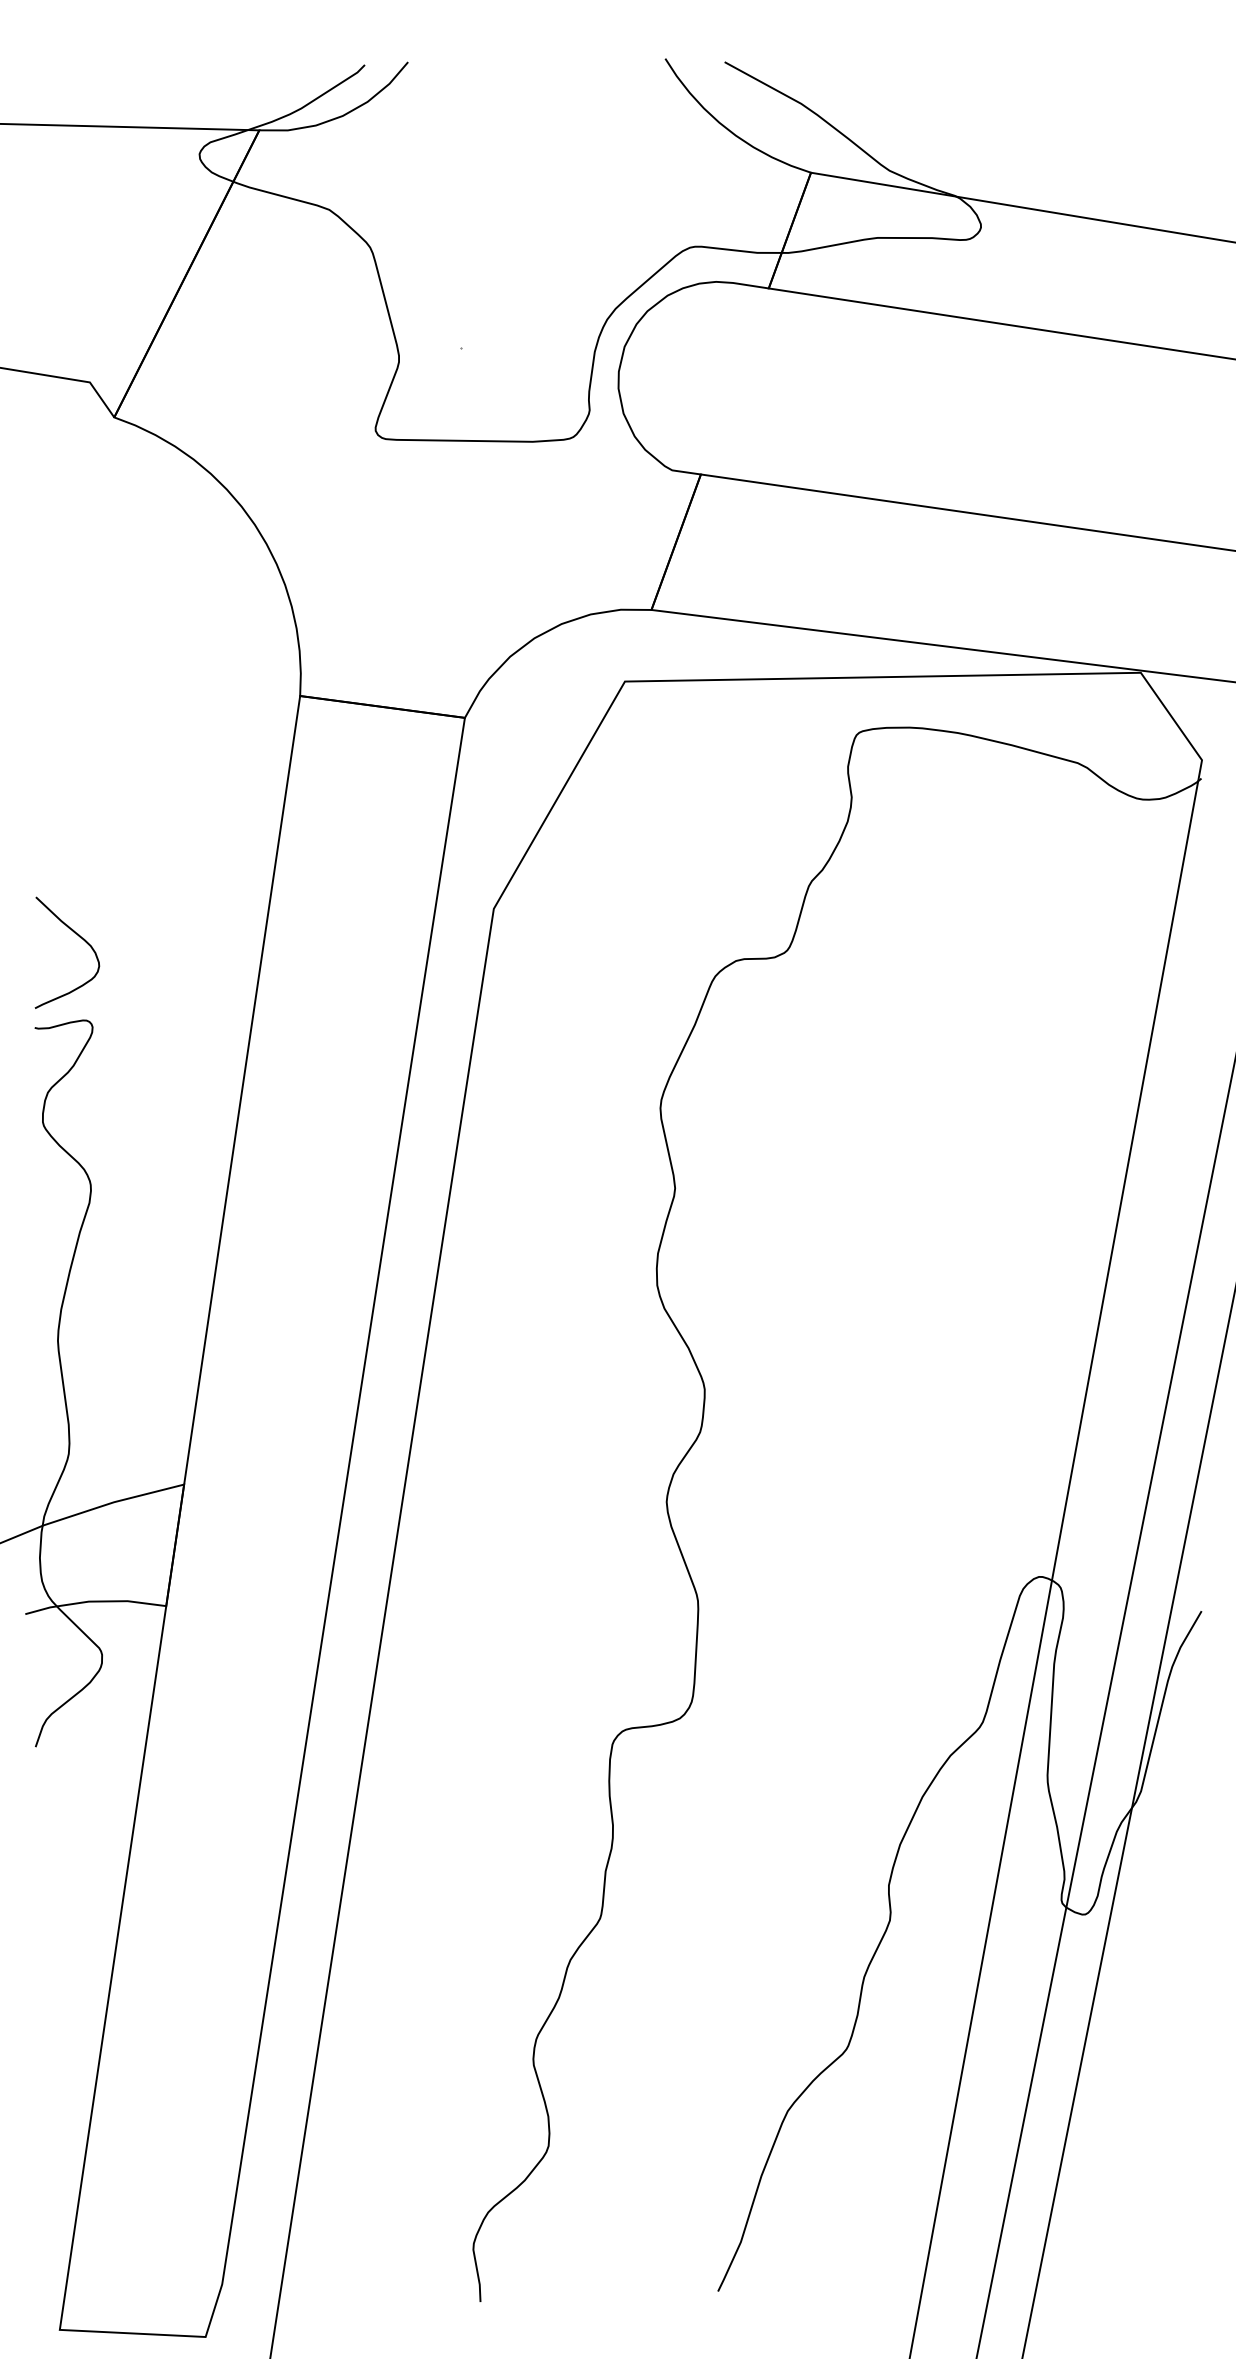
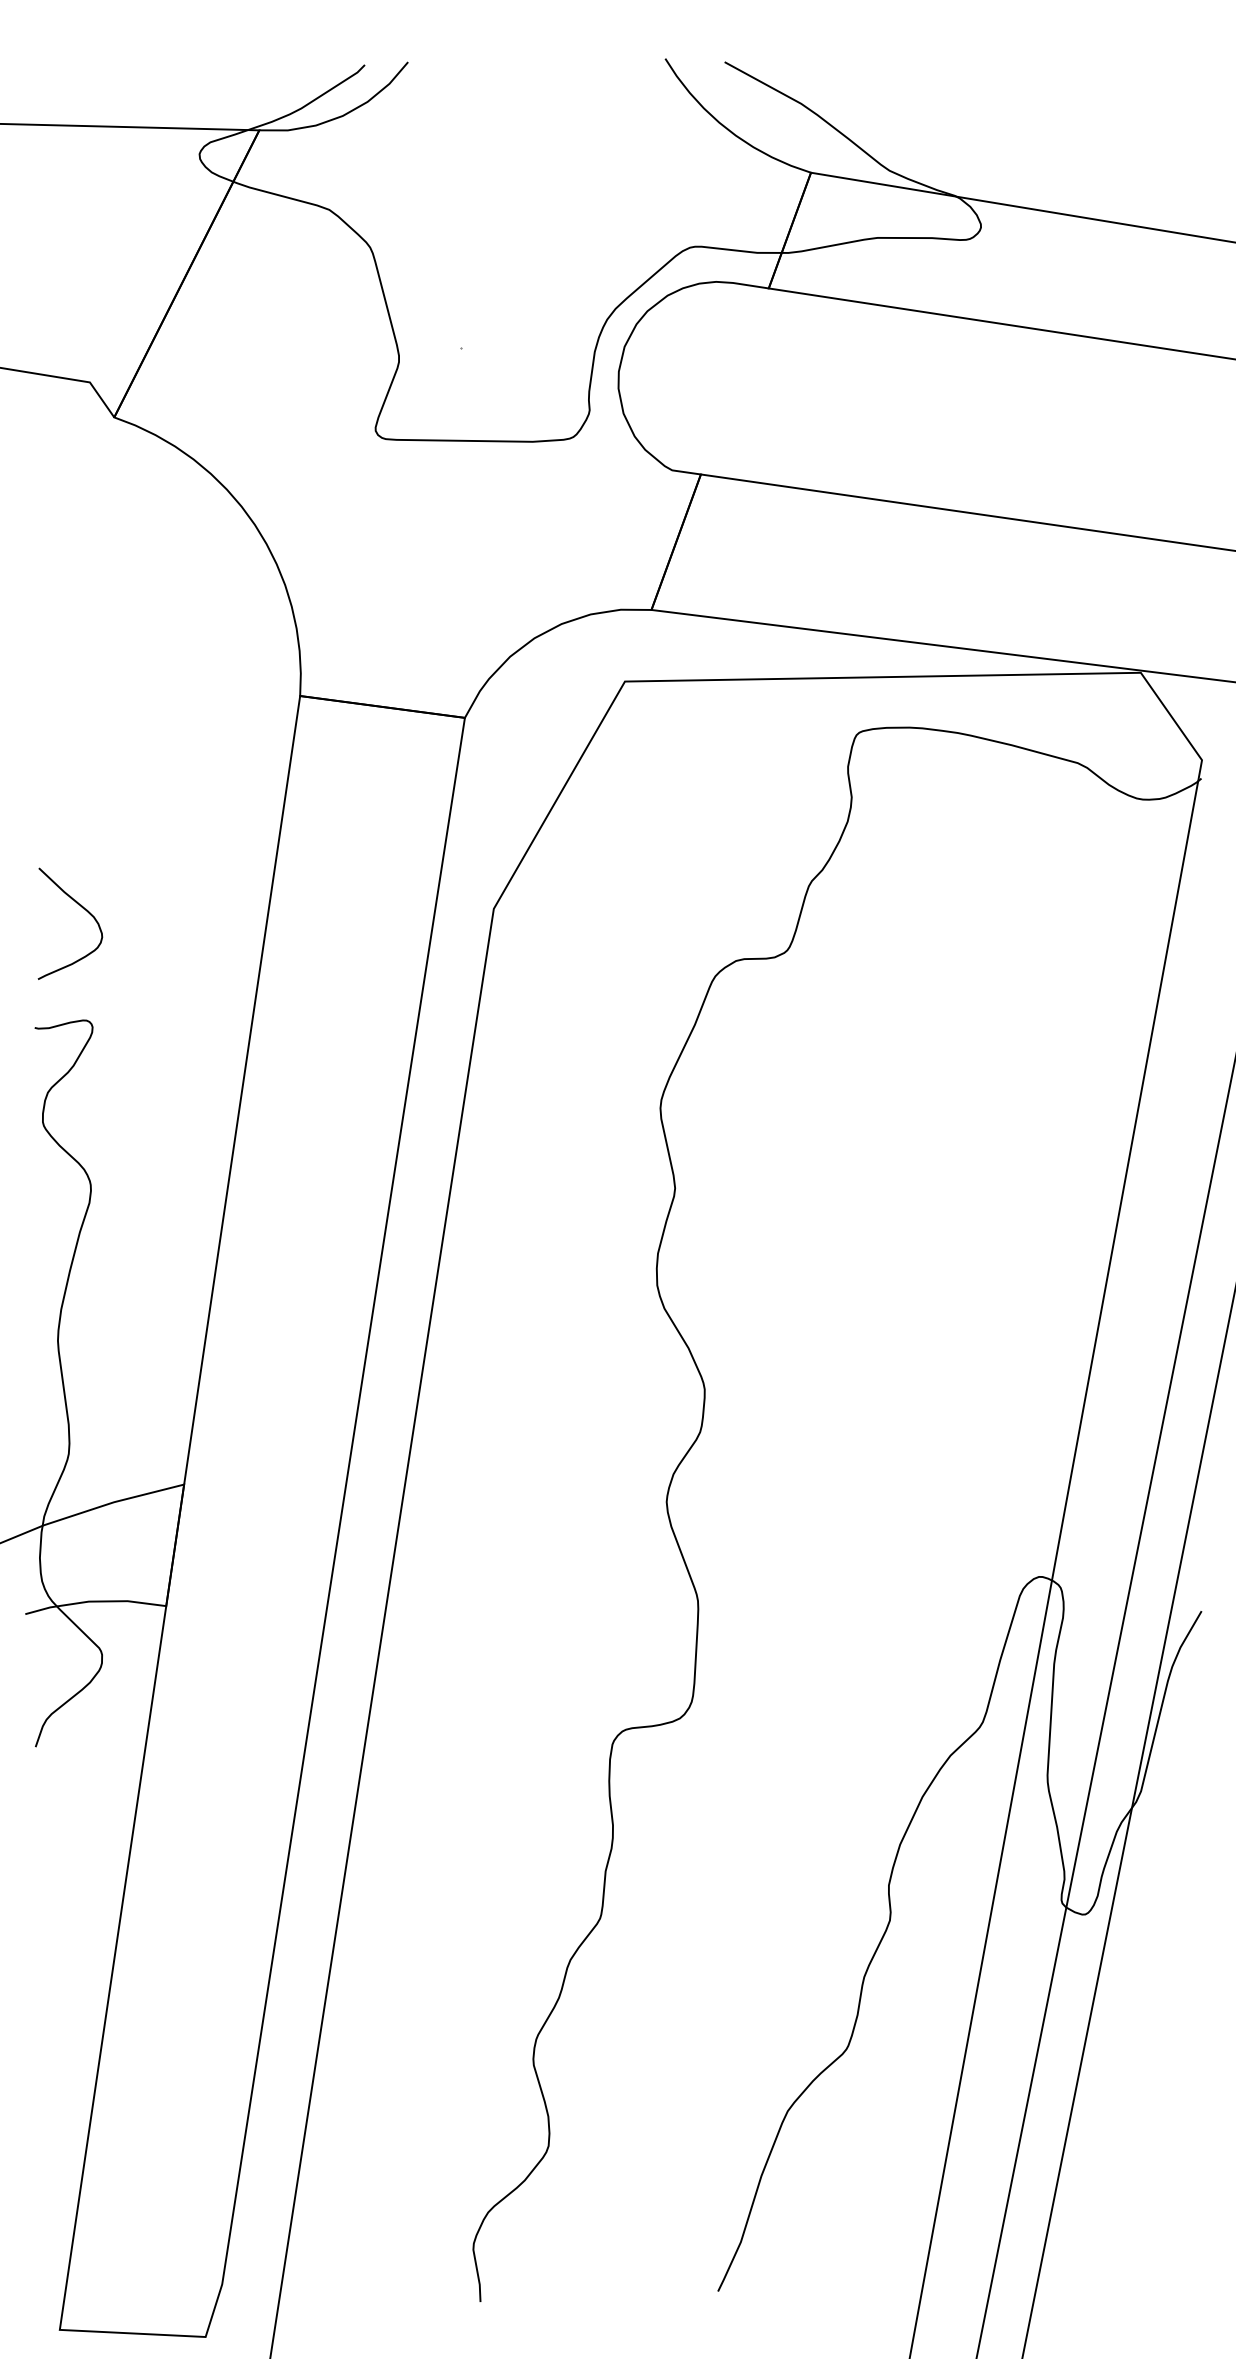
curve at (80, 938) position: (80, 938) -> (83, 909)
